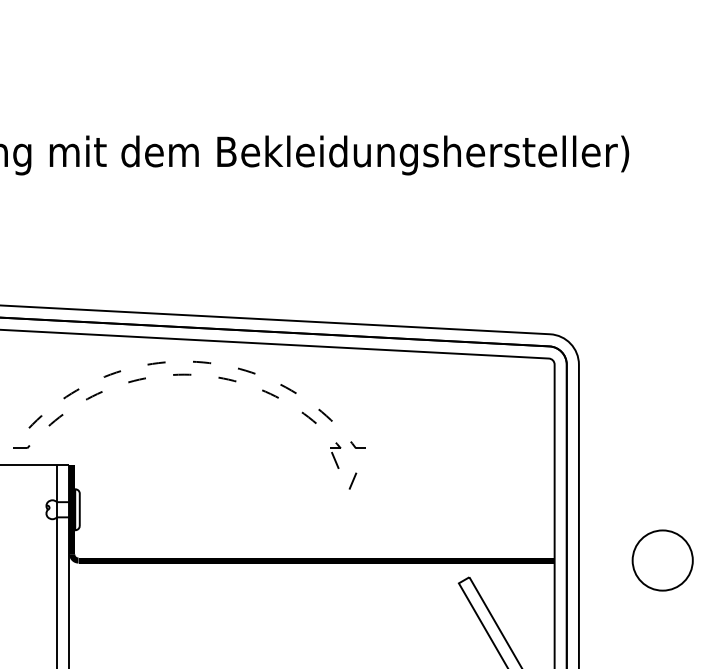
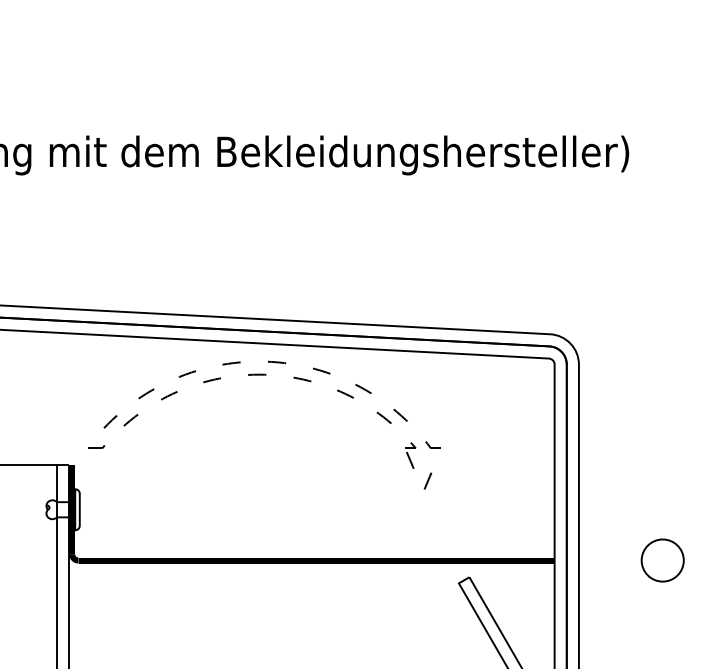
part at (189, 375) position: (189, 375) -> (264, 375)
circle at (662, 560) diameter: 60 px -> 42 px
